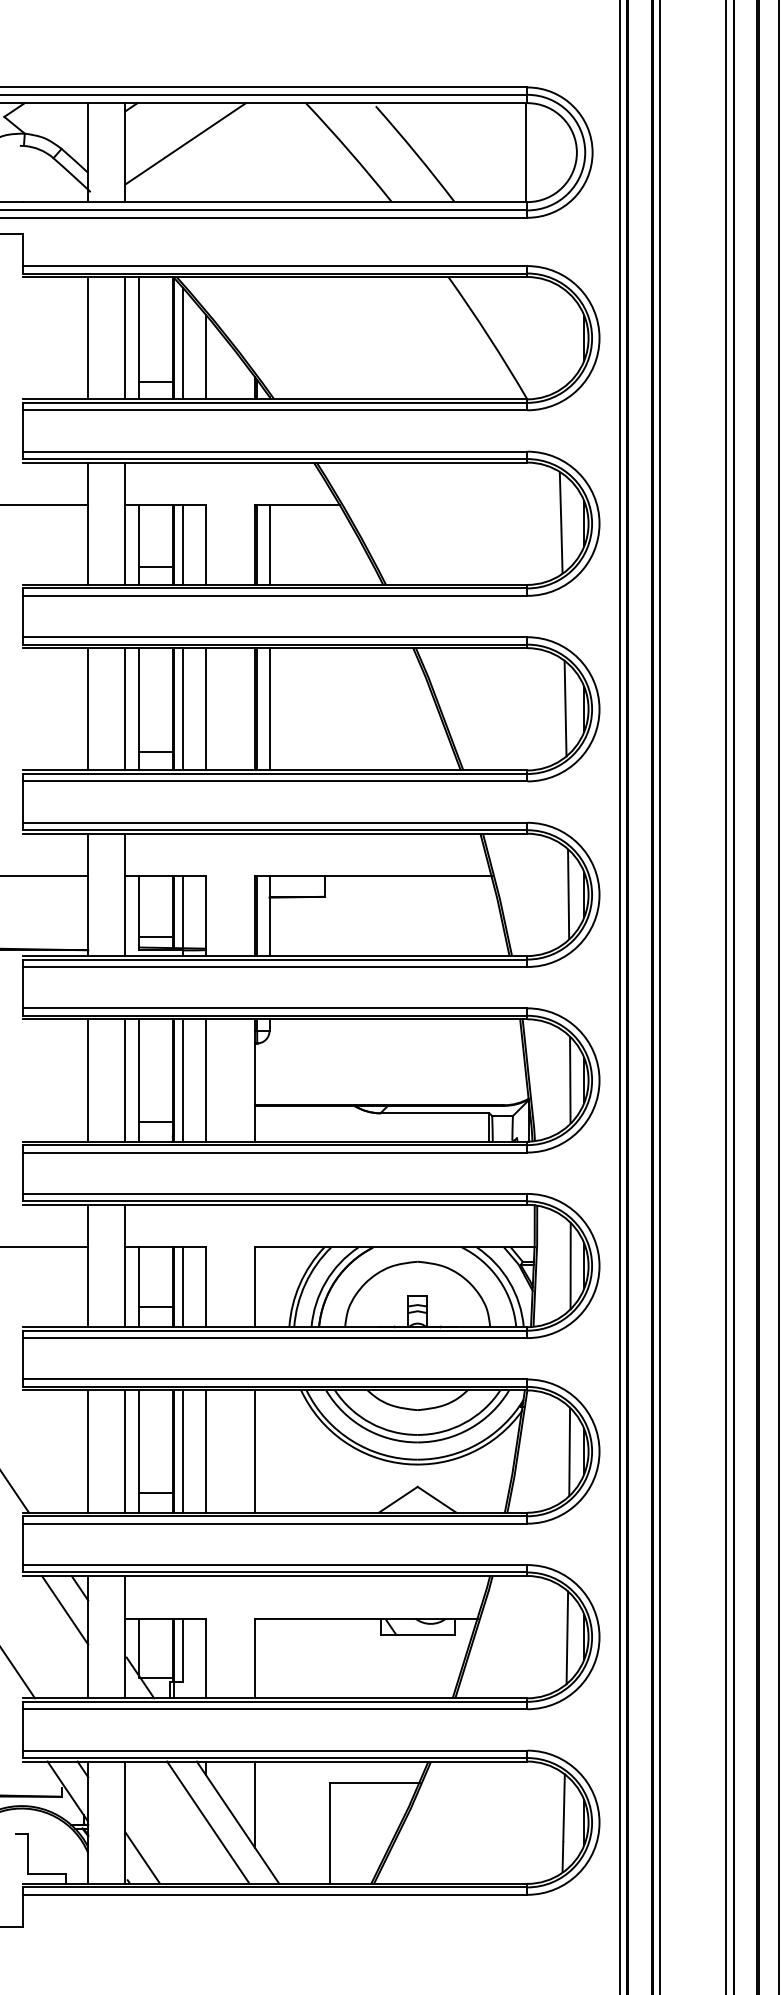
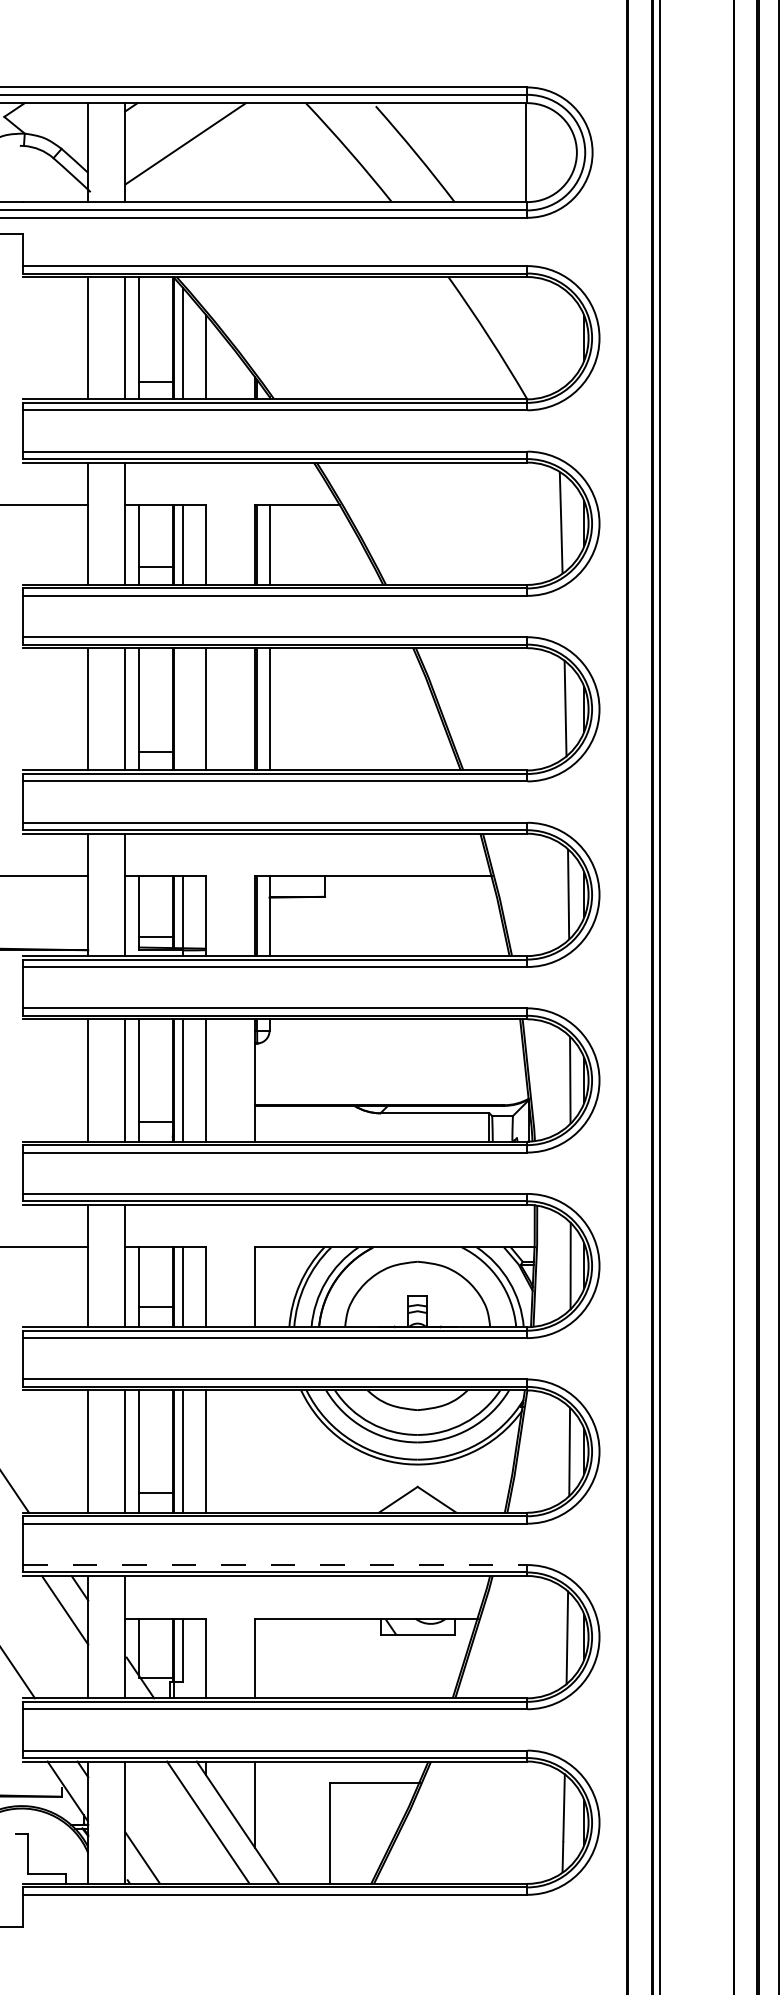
line at (182, 709): present -> none
line at (619, 996): present -> none
line at (726, 996): present -> none
line at (255, 1451): present -> none
line at (275, 1565): solid -> dashed
